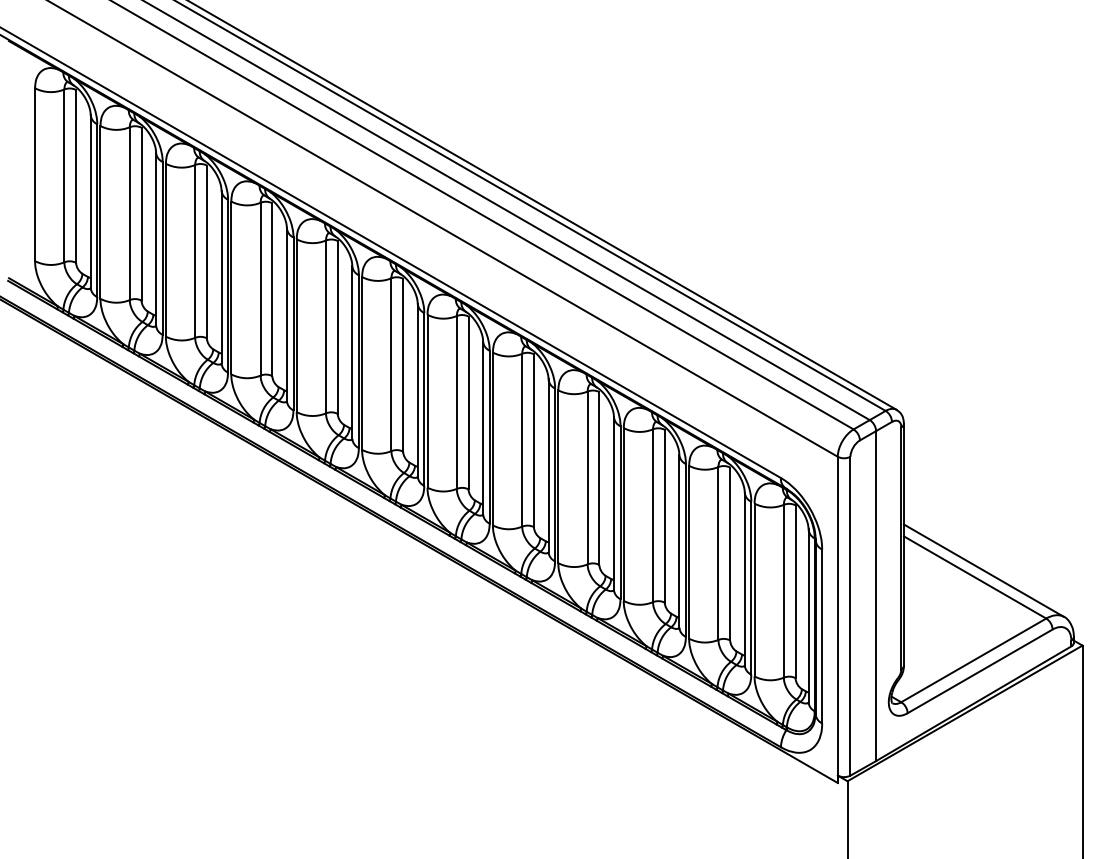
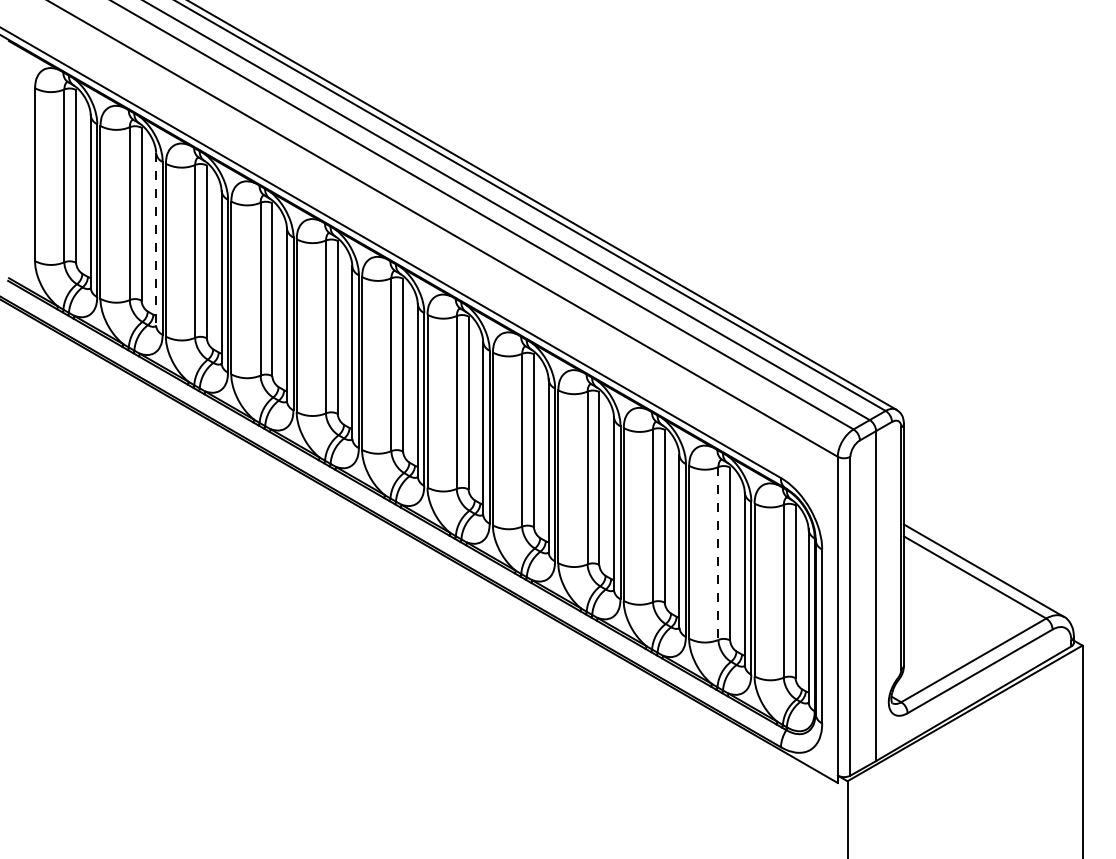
line at (156, 239): solid -> dashed
line at (718, 554): solid -> dashed
